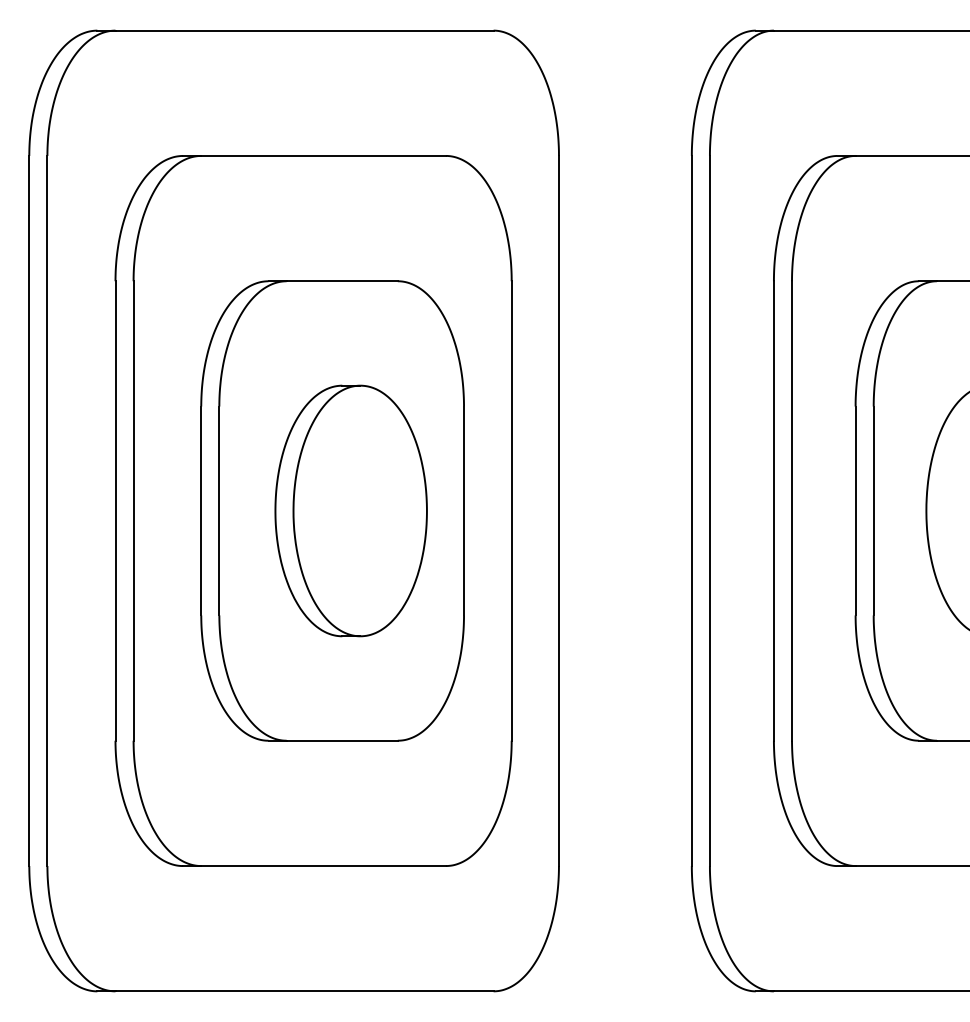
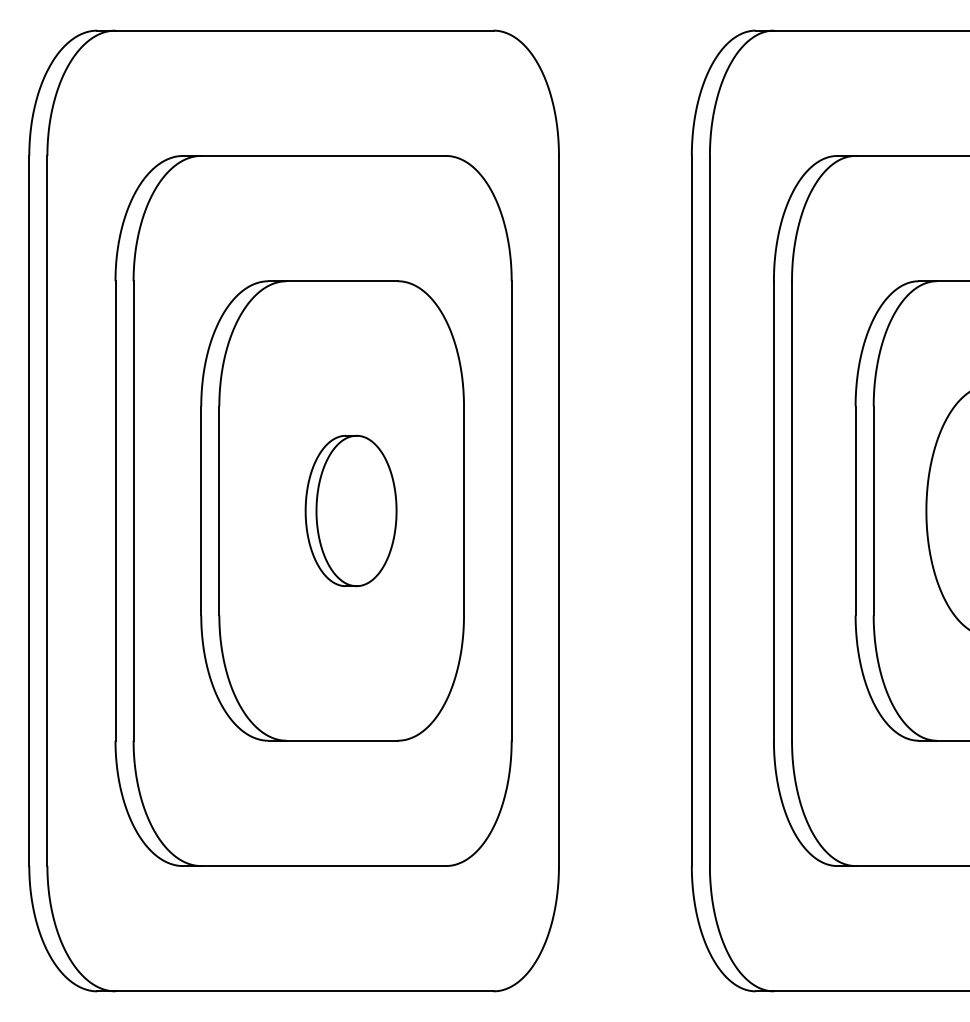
part at (350, 510) size: 154x254 px -> 94x154 px
